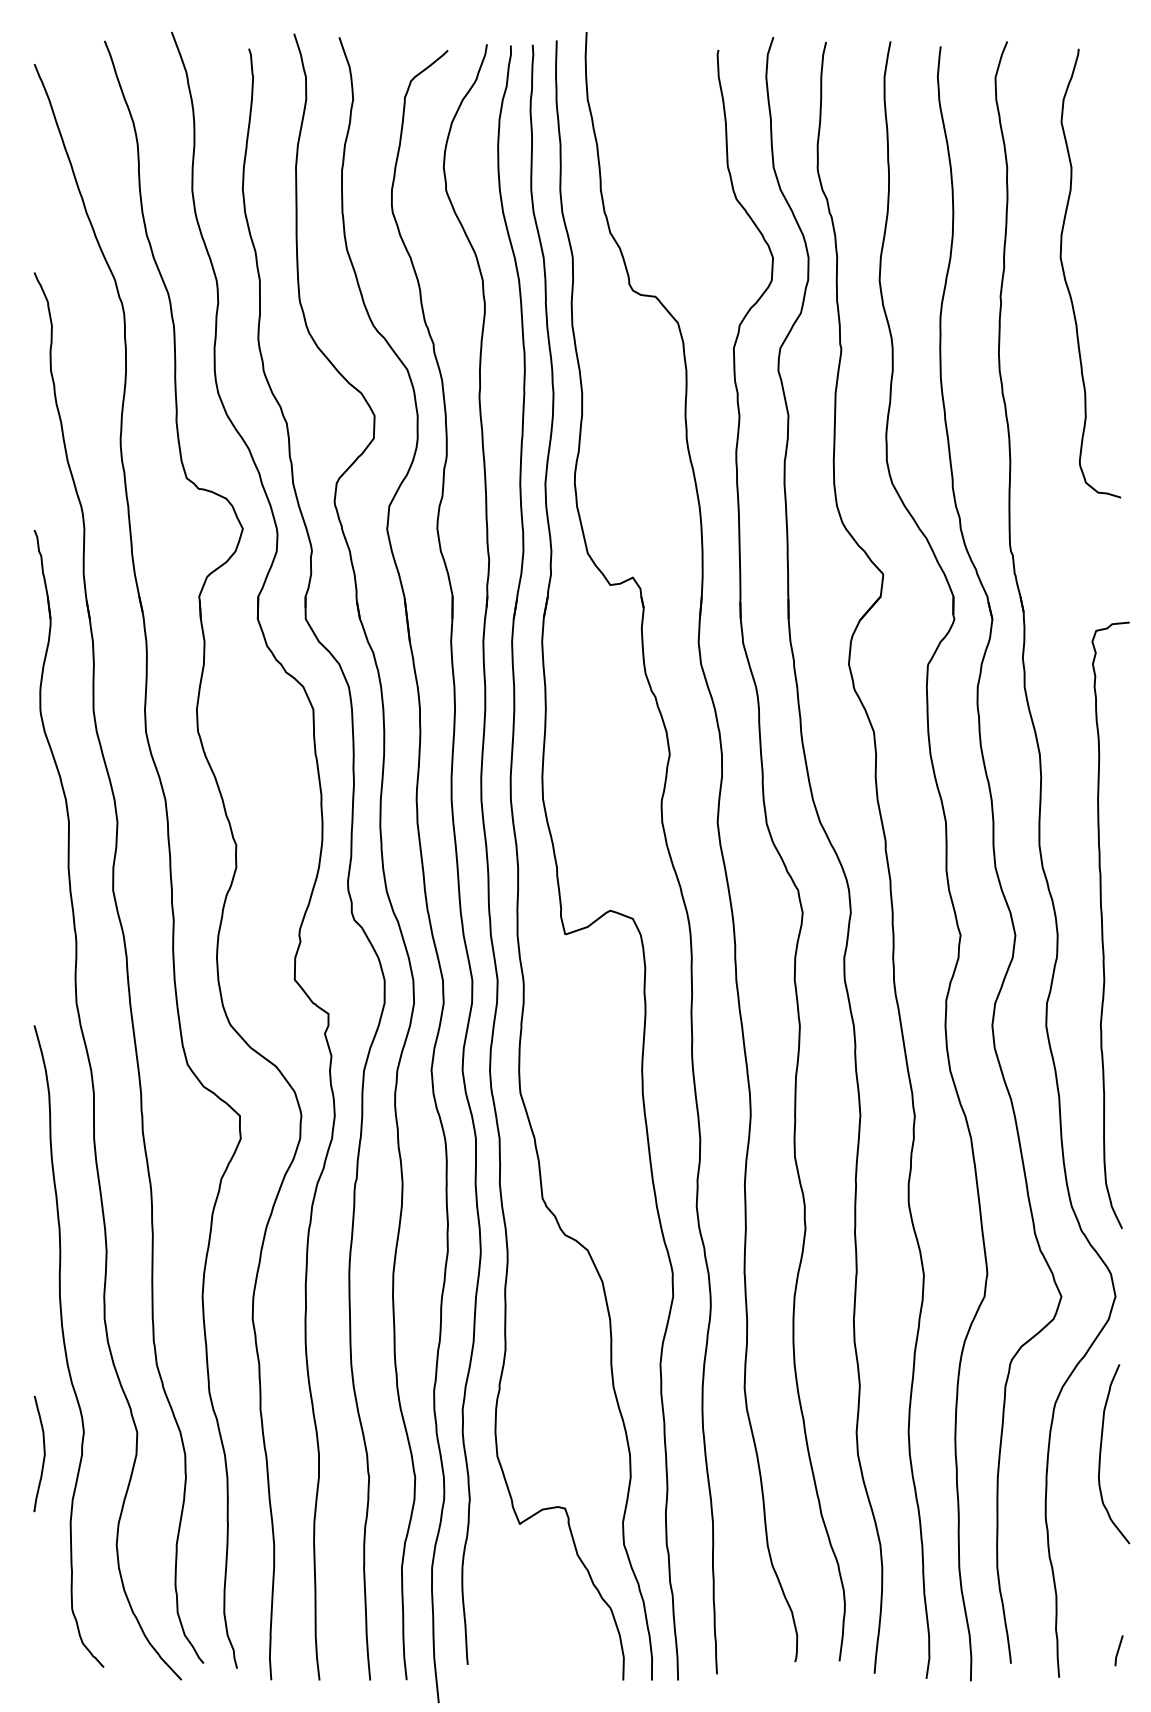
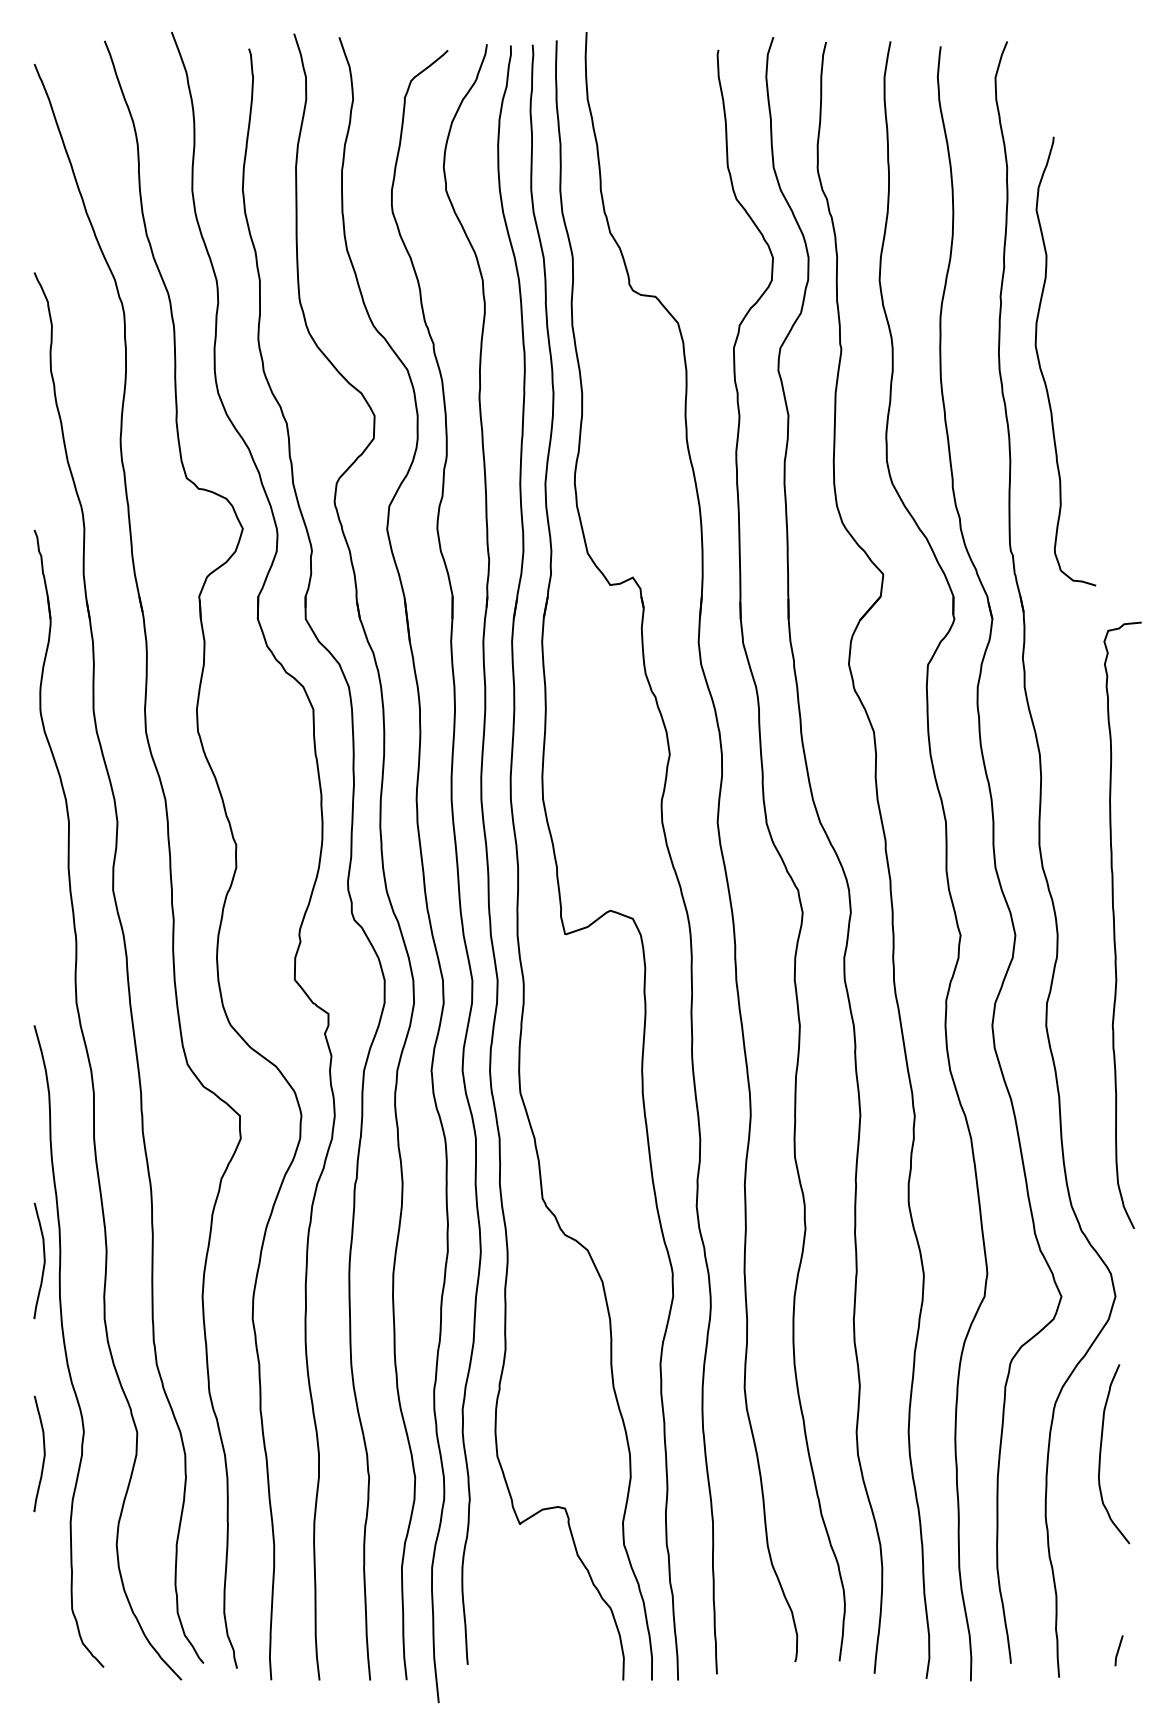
curve at (1066, 280) position: (1066, 280) -> (1041, 368)
curve at (1103, 928) position: (1103, 928) -> (1115, 928)
part at (39, 1260): none -> present
